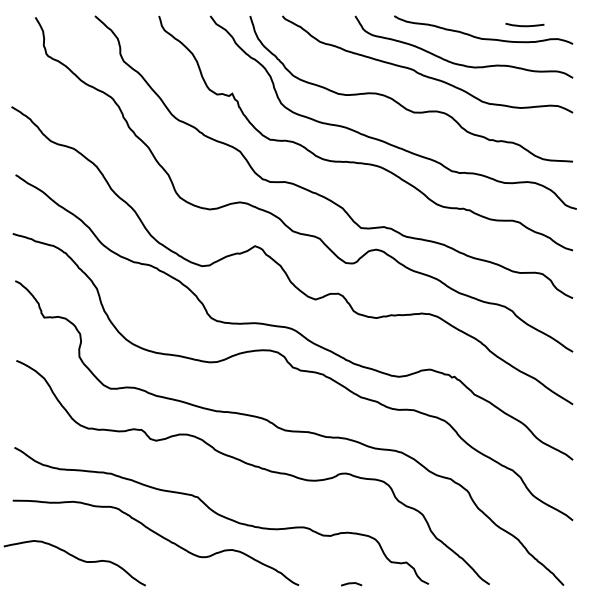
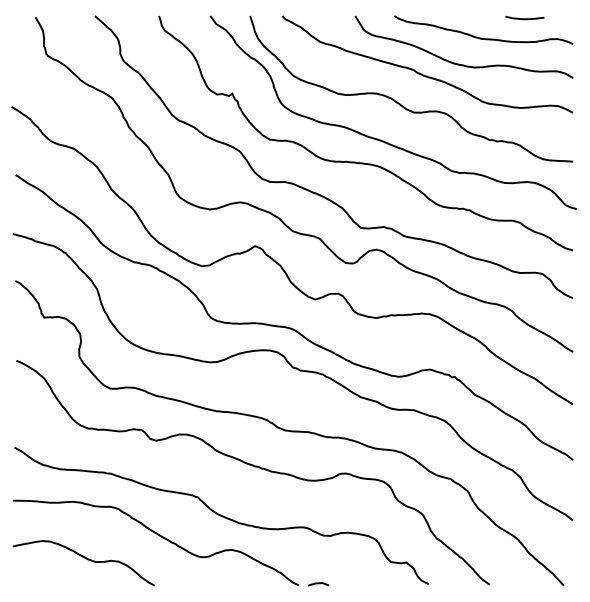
curve at (524, 25) position: (524, 25) -> (524, 18)
curve at (77, 559) position: (77, 559) -> (86, 559)
curve at (351, 584) position: (351, 584) -> (318, 584)
